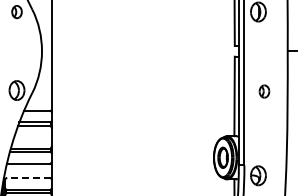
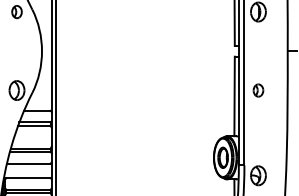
part at (264, 91) position: (264, 91) -> (258, 90)
line at (56, 97): none -> present
line at (28, 178): dashed -> solid
